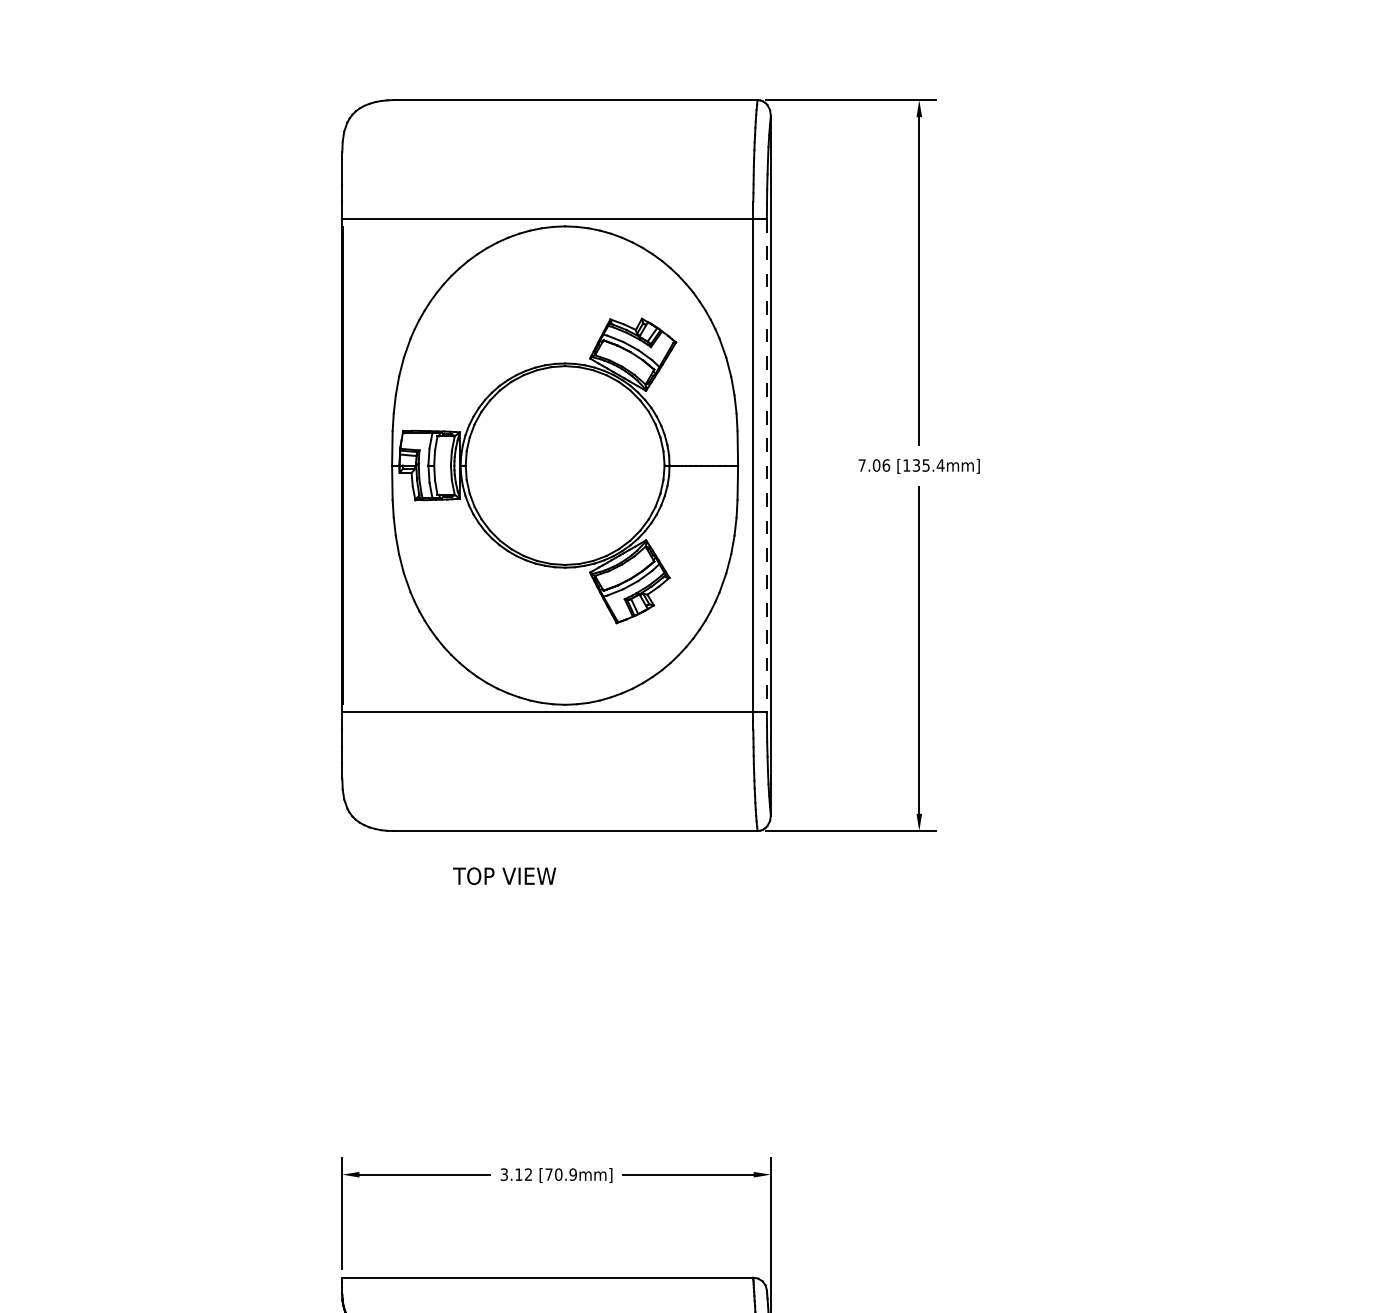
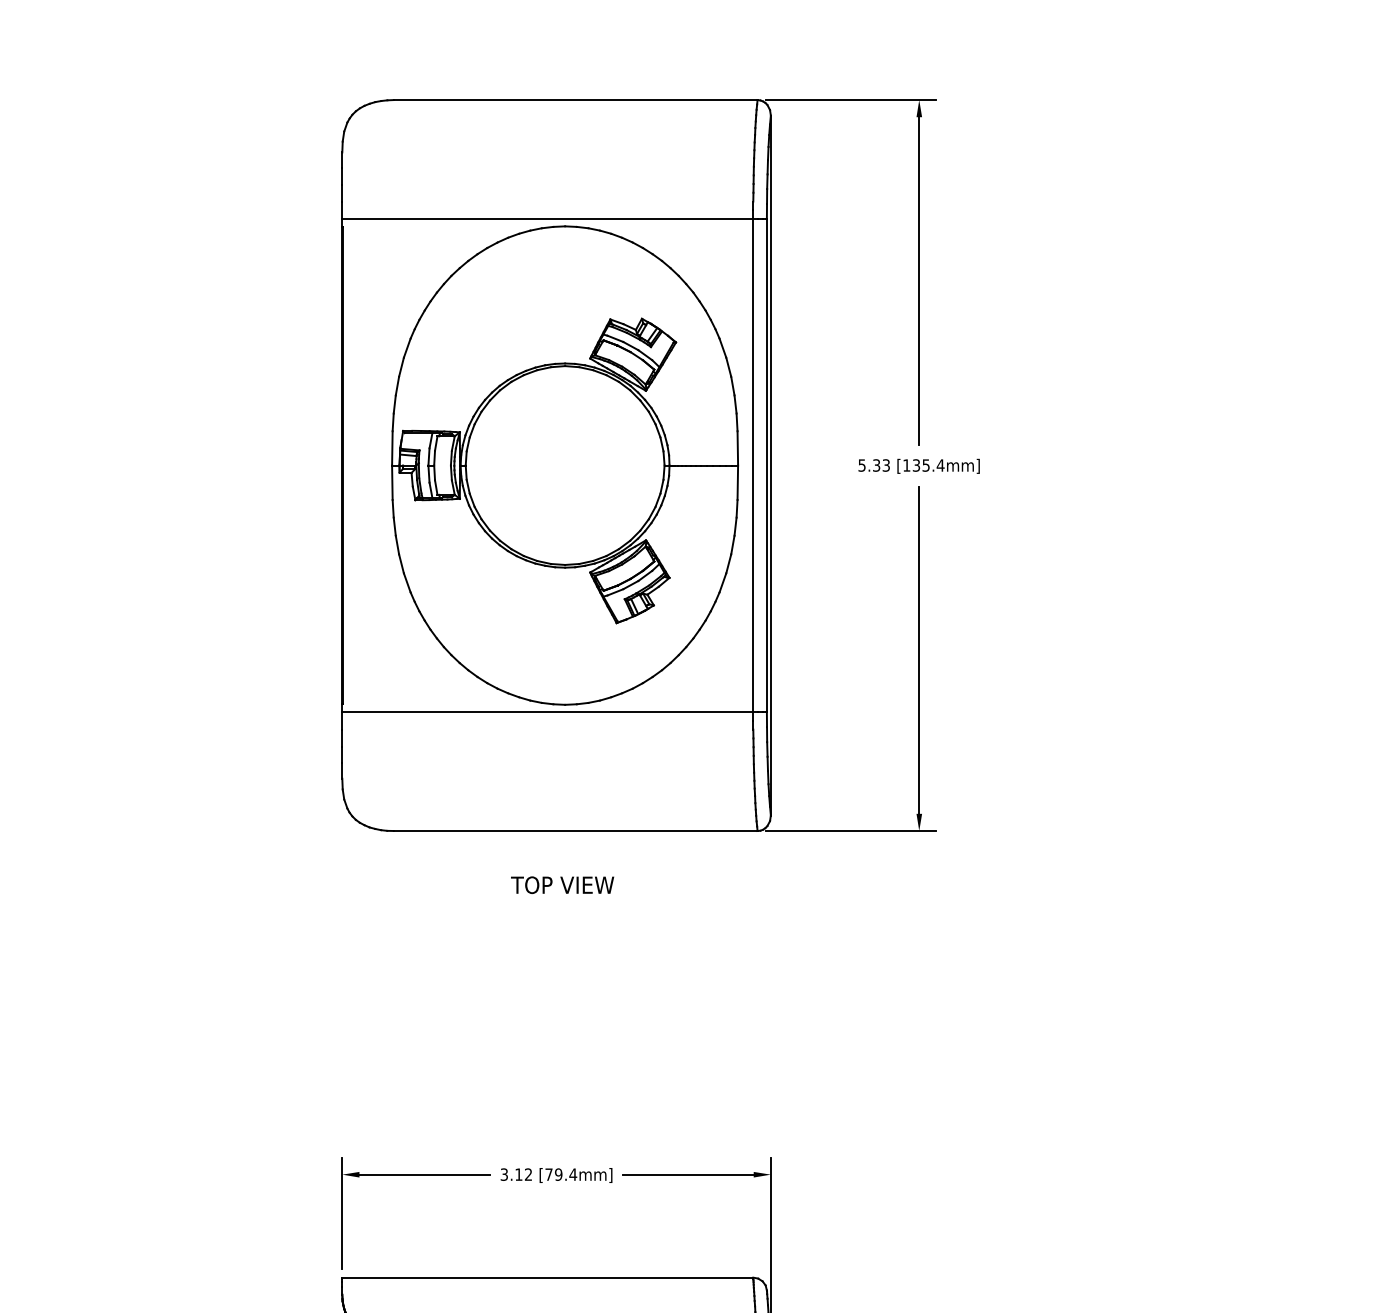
line at (766, 465): dashed -> solid
text at (874, 465): 7.06 -> 5.33
text at (504, 875) position: (504, 875) -> (562, 884)
text at (566, 1174): [70.9mm] -> [79.4mm]
